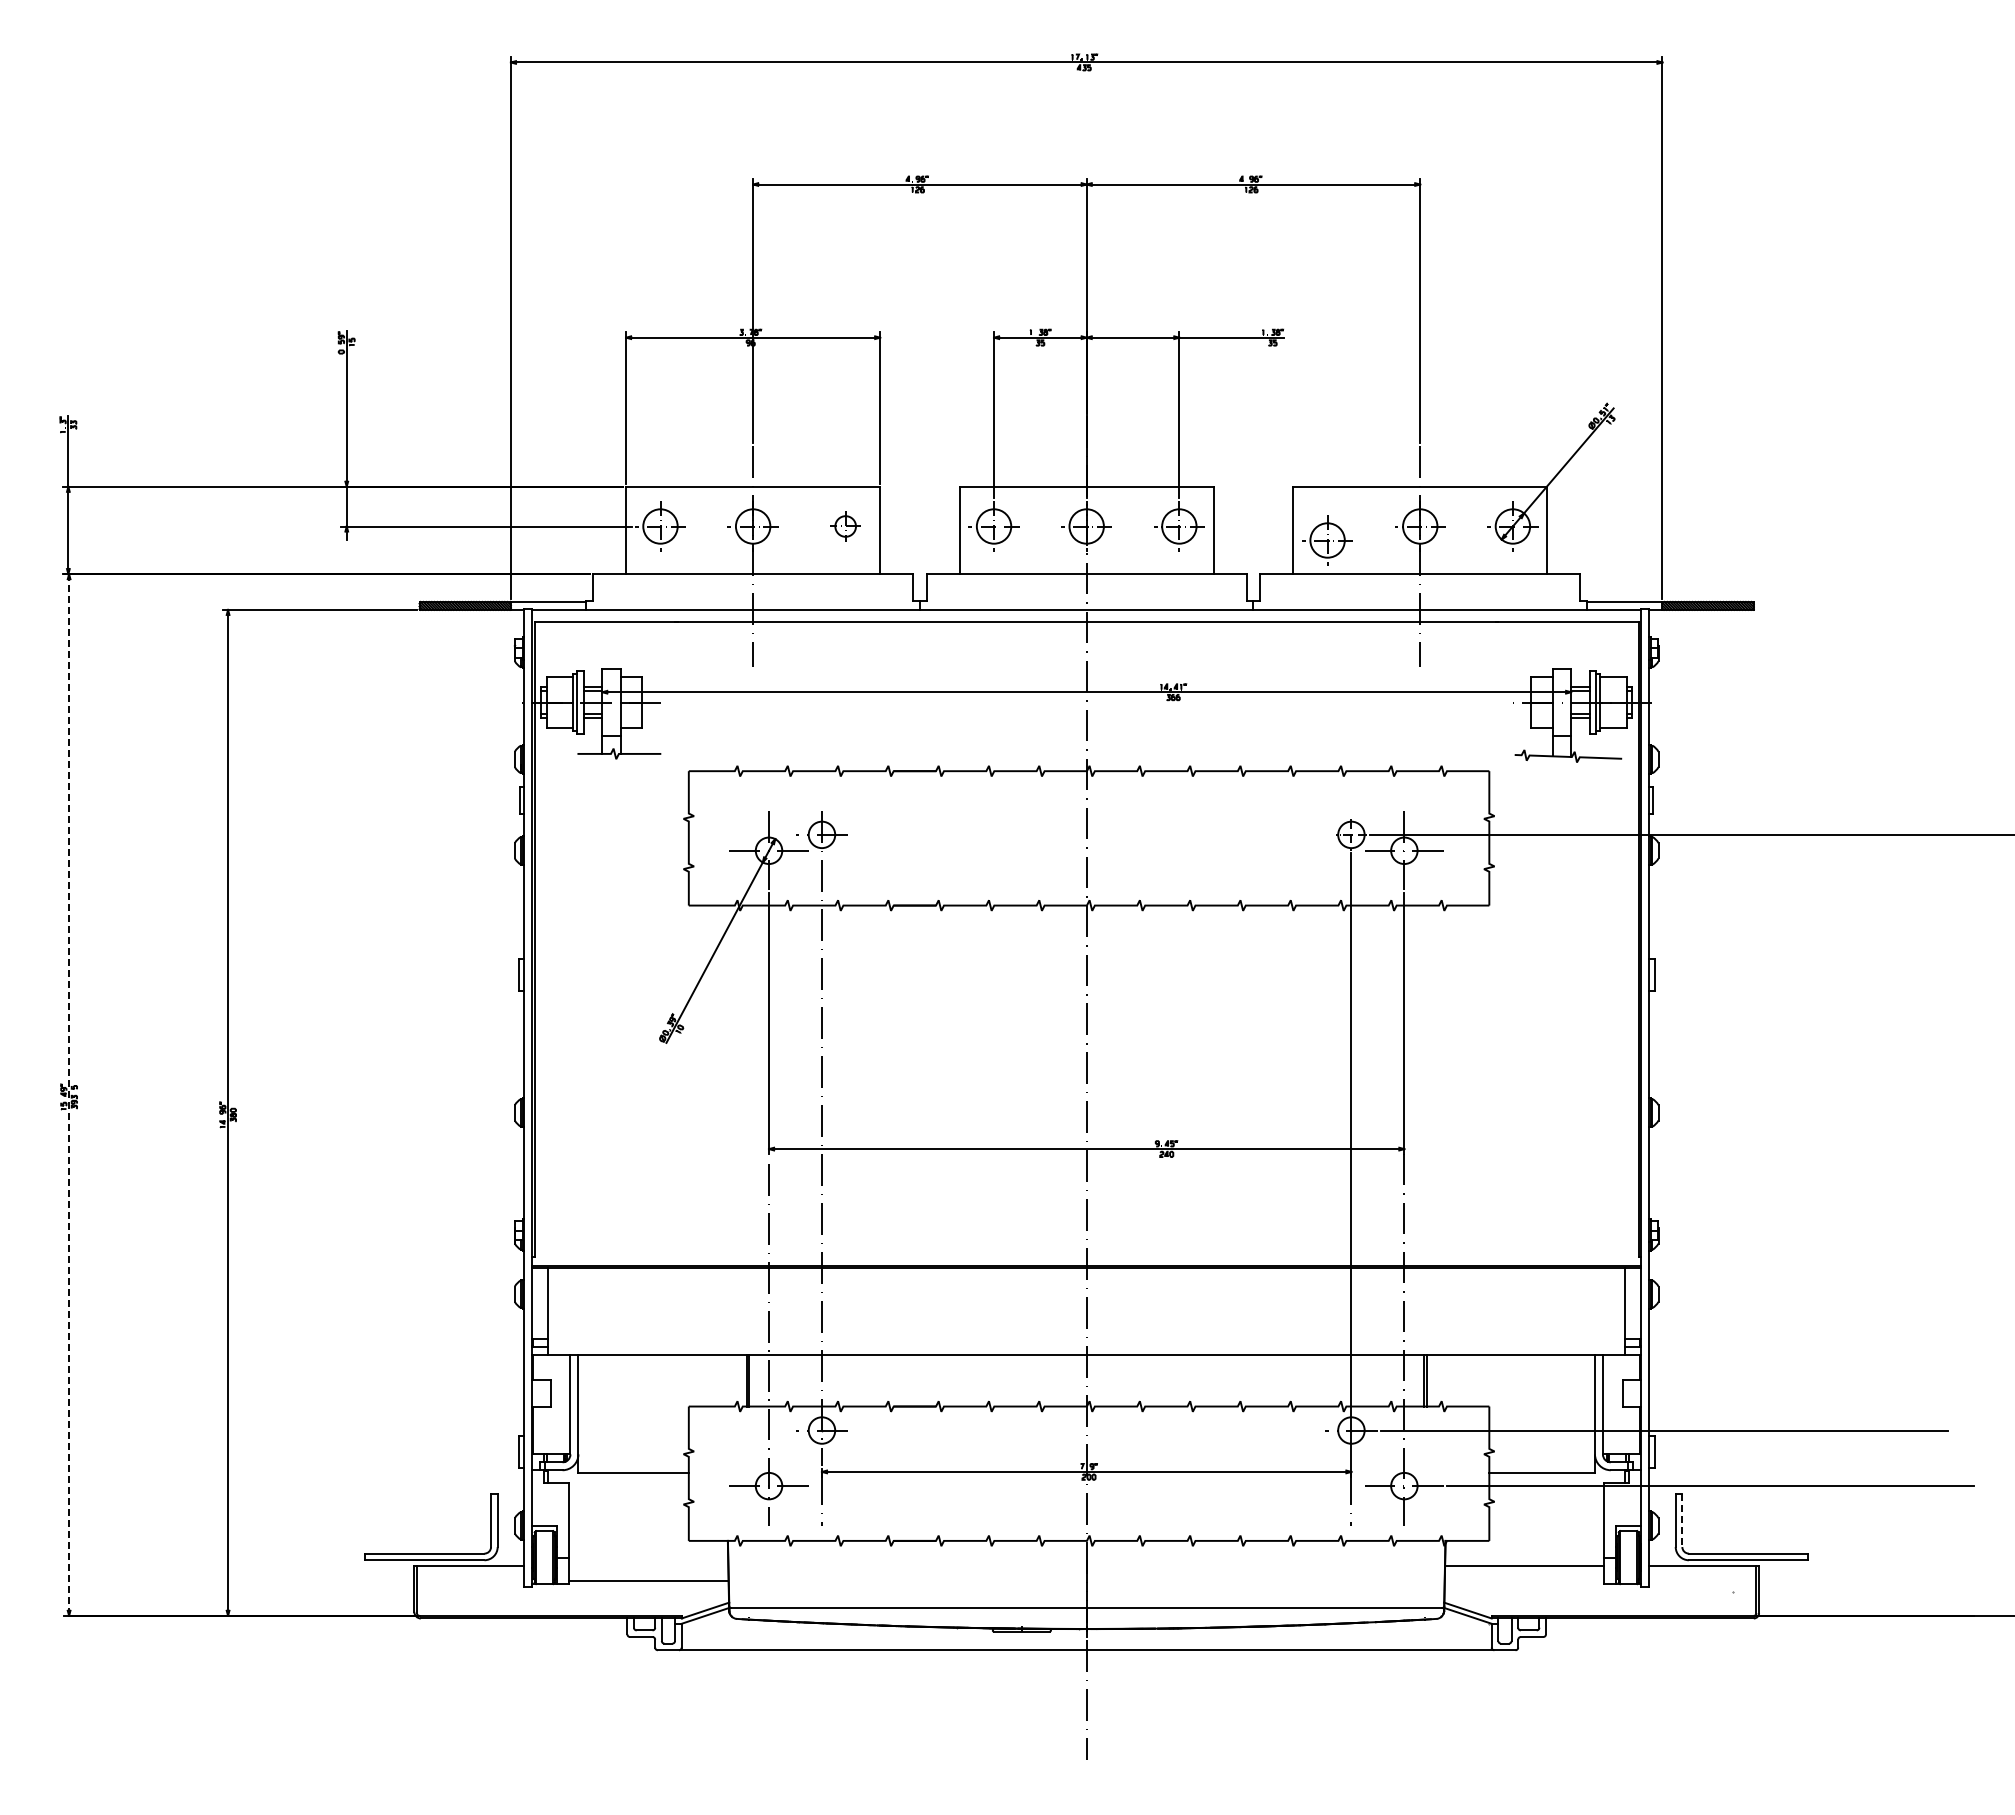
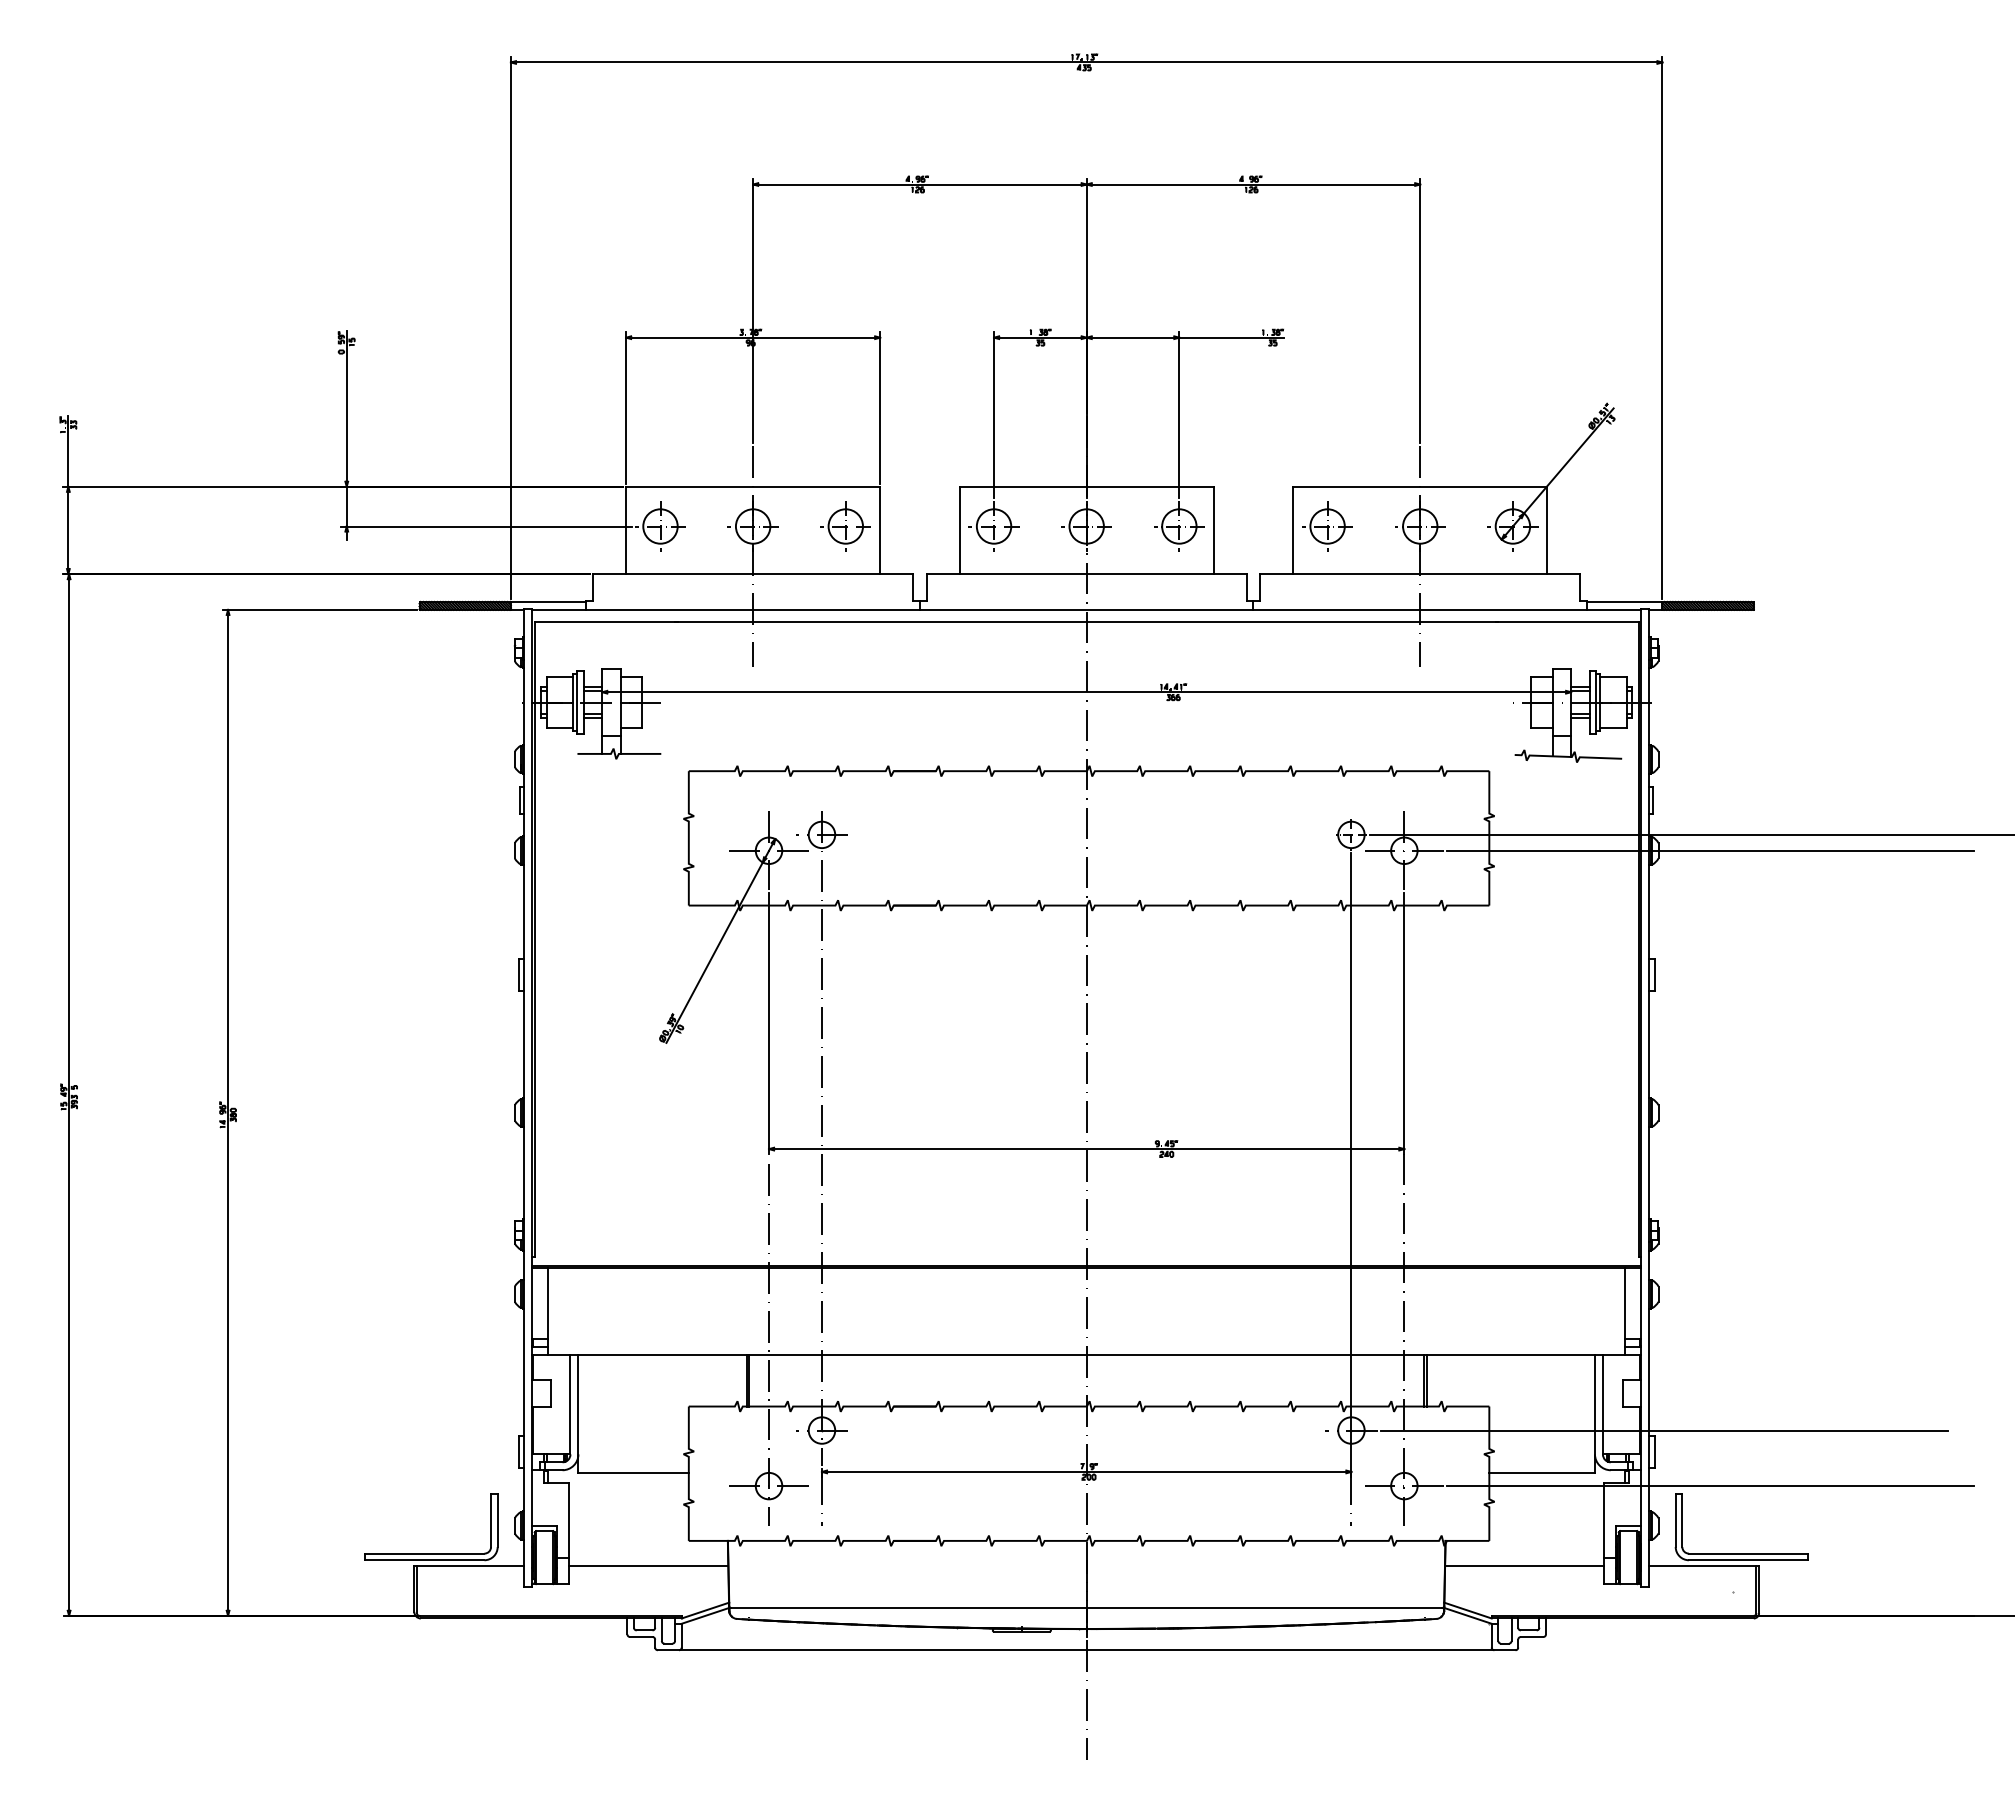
part at (845, 526) size: 31x31 px -> 51x51 px
part at (1327, 540) position: (1327, 540) -> (1327, 526)
line at (1710, 850): none -> present
line at (69, 1095): dashed -> solid
line at (1682, 1521): dashed -> solid
line at (648, 1580) position: (648, 1580) -> (648, 1565)
